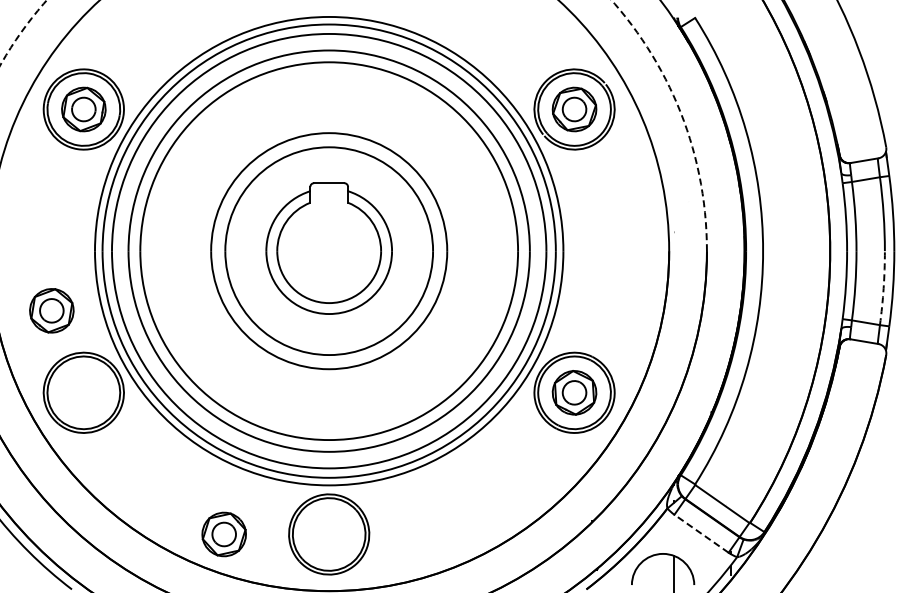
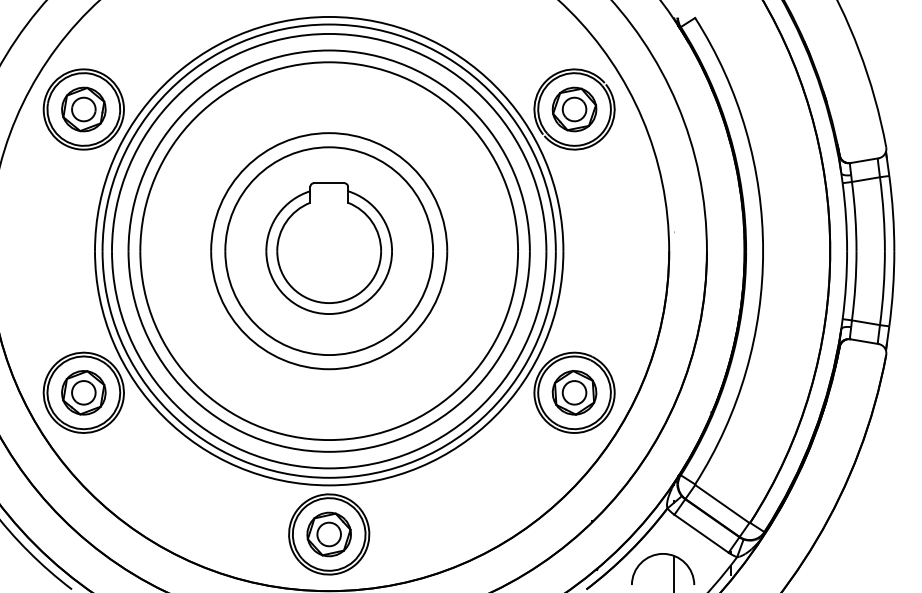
arc at (664, 77): dashed -> solid
arc at (883, 288): dashed -> solid
part at (51, 310) position: (51, 310) -> (83, 392)
line at (701, 533): dashed -> solid
part at (223, 534) position: (223, 534) -> (328, 534)
